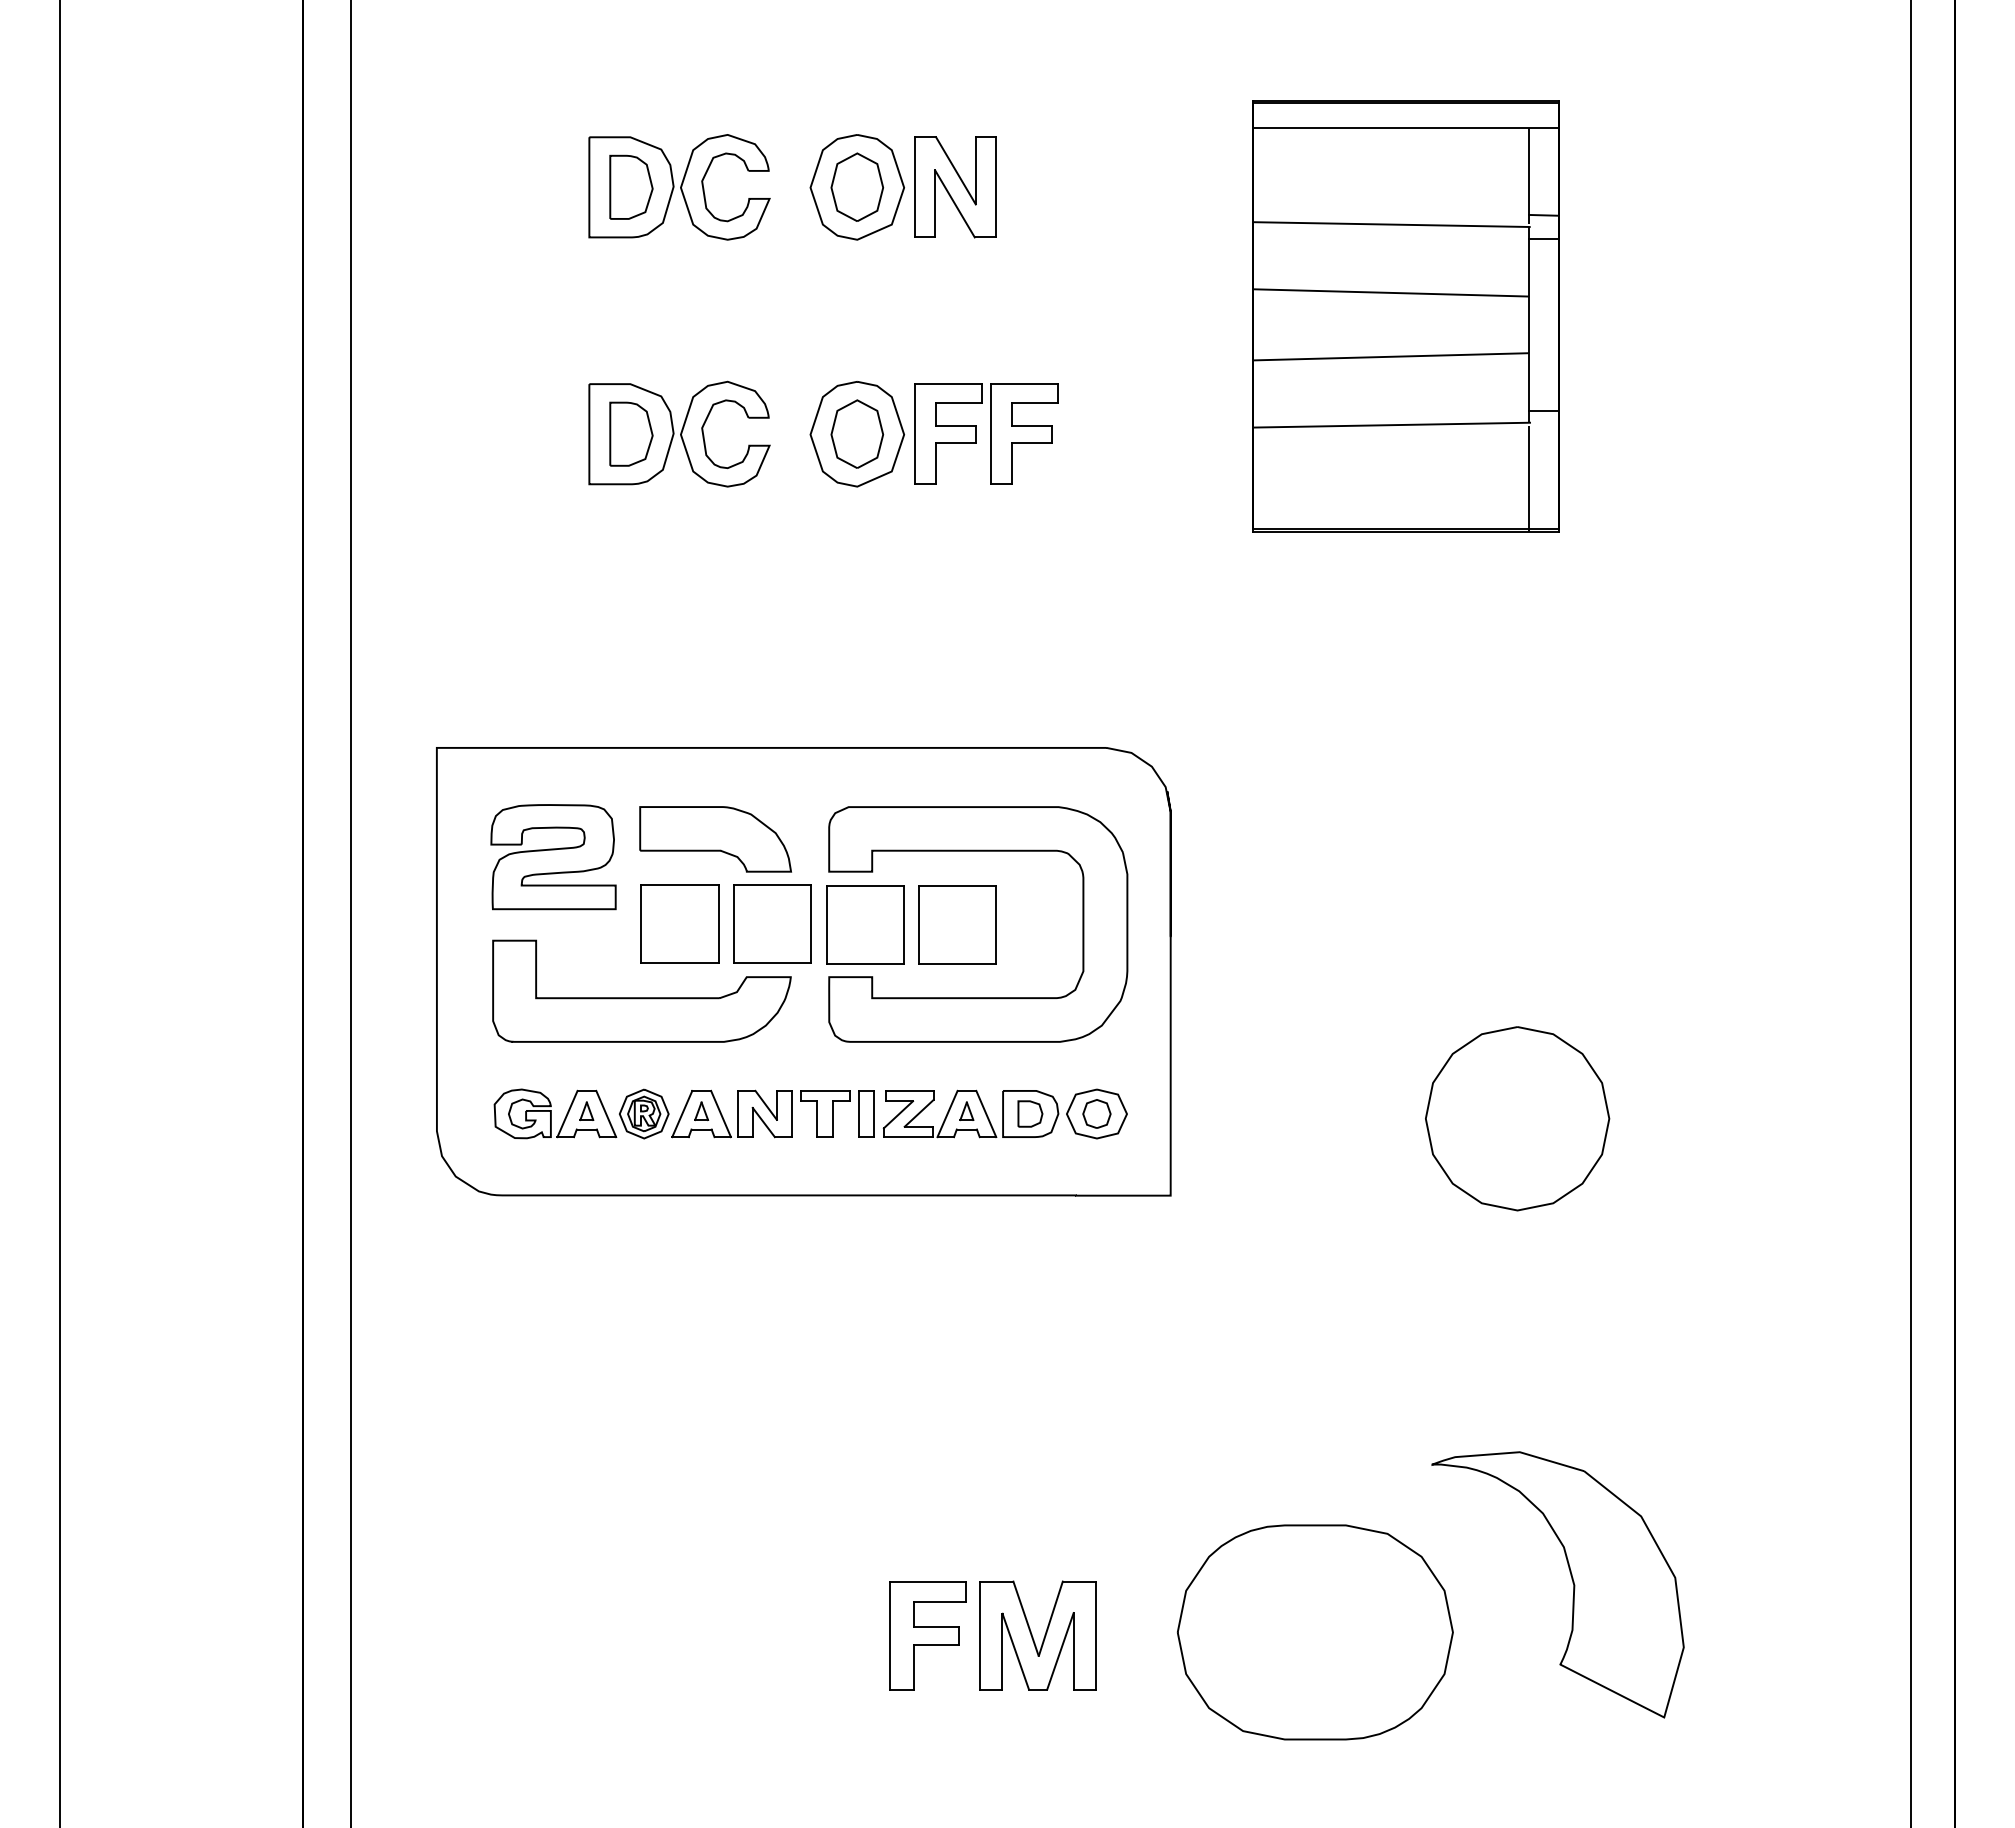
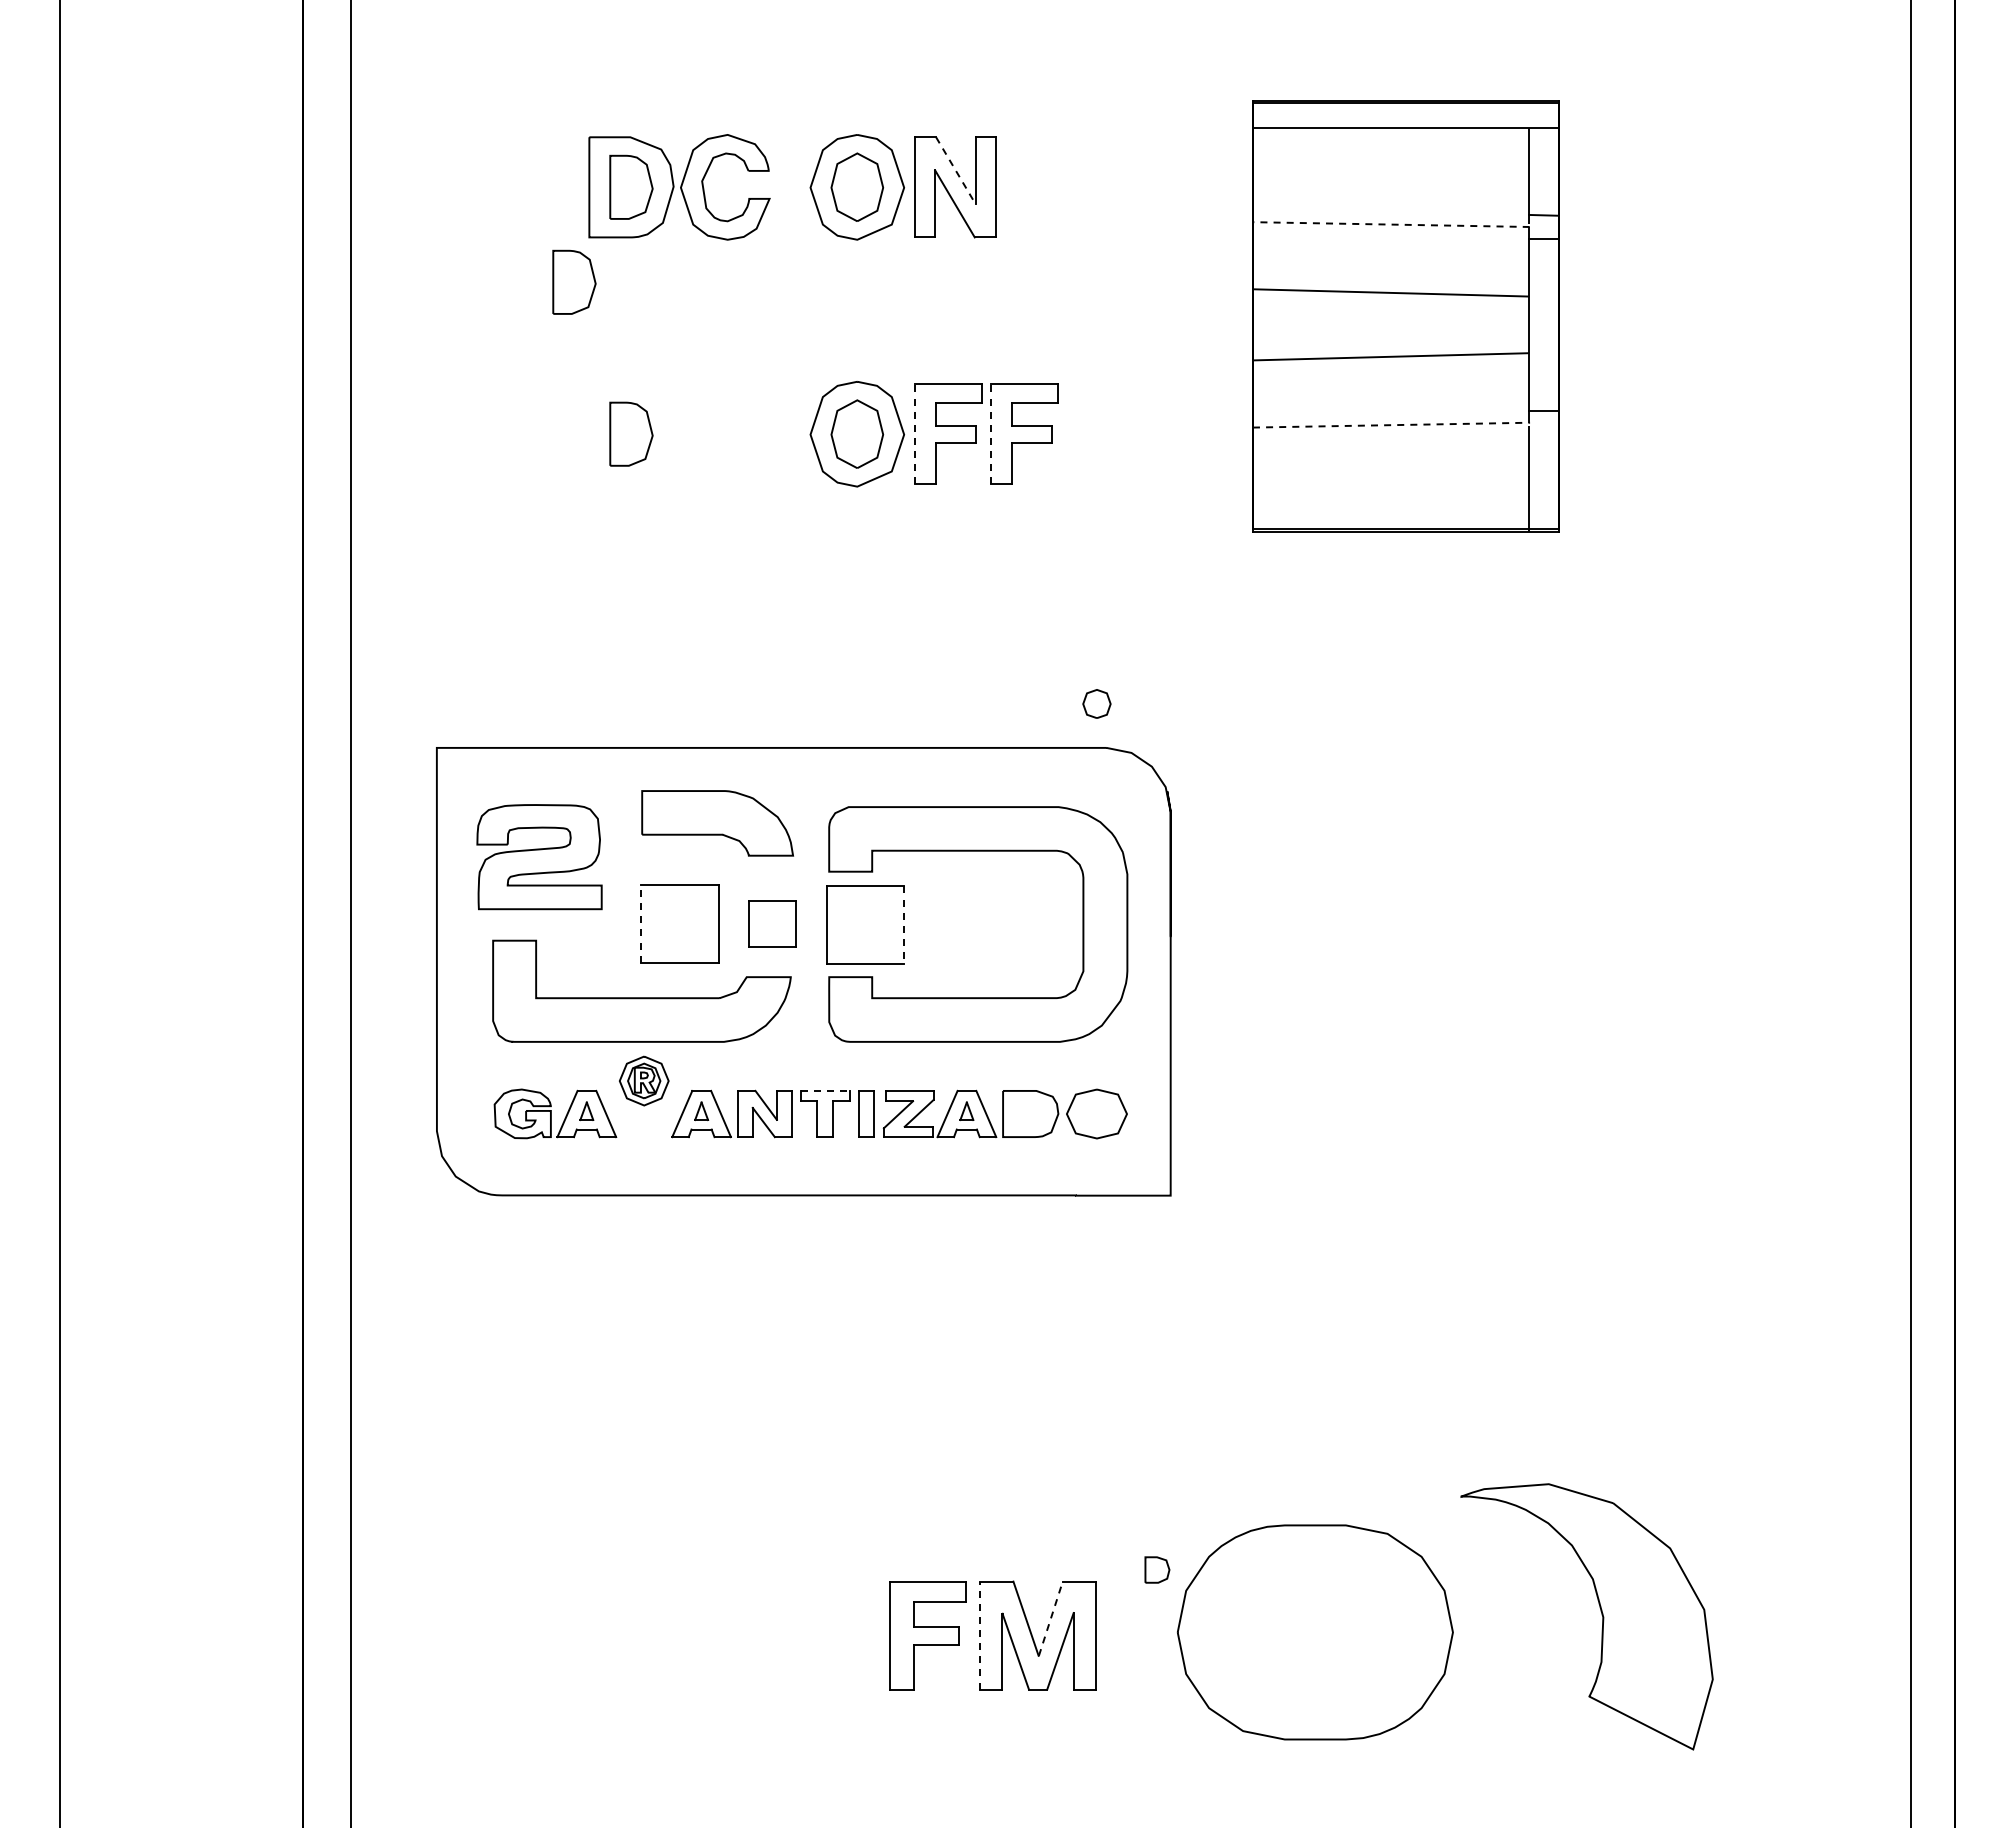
line at (956, 171): solid -> dashed
line at (1390, 224): solid -> dashed
part at (574, 281): none -> present
line at (1391, 425): solid -> dashed
part at (679, 433): present -> none
line at (915, 433): solid -> dashed
line at (991, 433): solid -> dashed
part at (715, 839) position: (715, 839) -> (717, 823)
part at (553, 857) position: (553, 857) -> (539, 857)
part at (772, 923) size: 79x80 px -> 49x48 px
line at (641, 924): solid -> dashed
part at (957, 924): present -> none
line at (904, 925): solid -> dashed
line at (825, 1090): solid -> dashed
part at (644, 1113) position: (644, 1113) -> (644, 1080)
part at (1030, 1113) position: (1030, 1113) -> (1157, 1569)
part at (1096, 1113) position: (1096, 1113) -> (1096, 703)
part at (1517, 1118): present -> none
part at (1571, 1579) position: (1571, 1579) -> (1600, 1611)
line at (1050, 1618): solid -> dashed
line at (980, 1635): solid -> dashed
